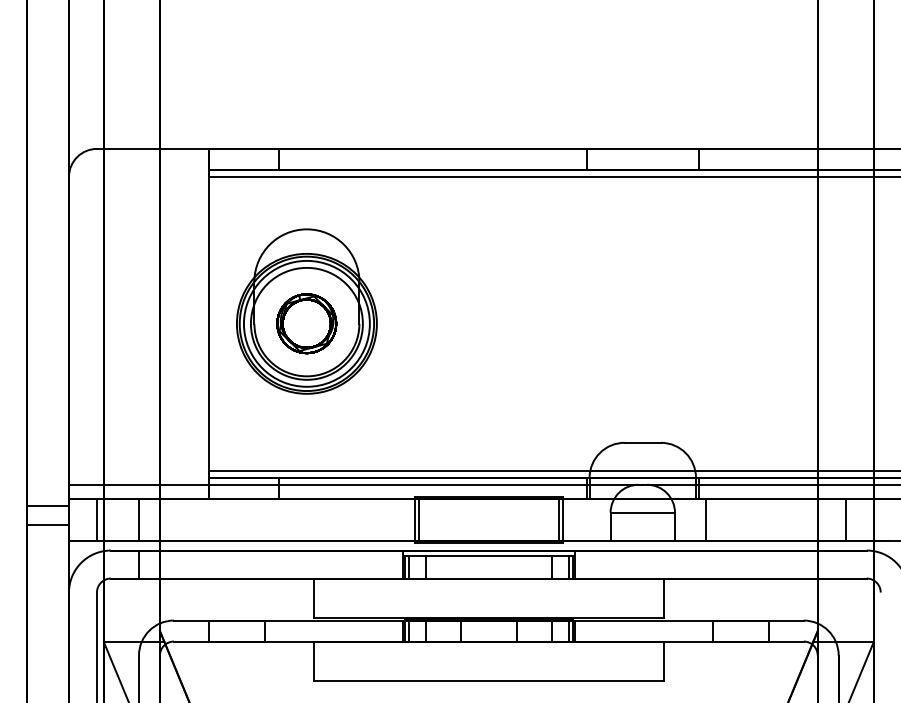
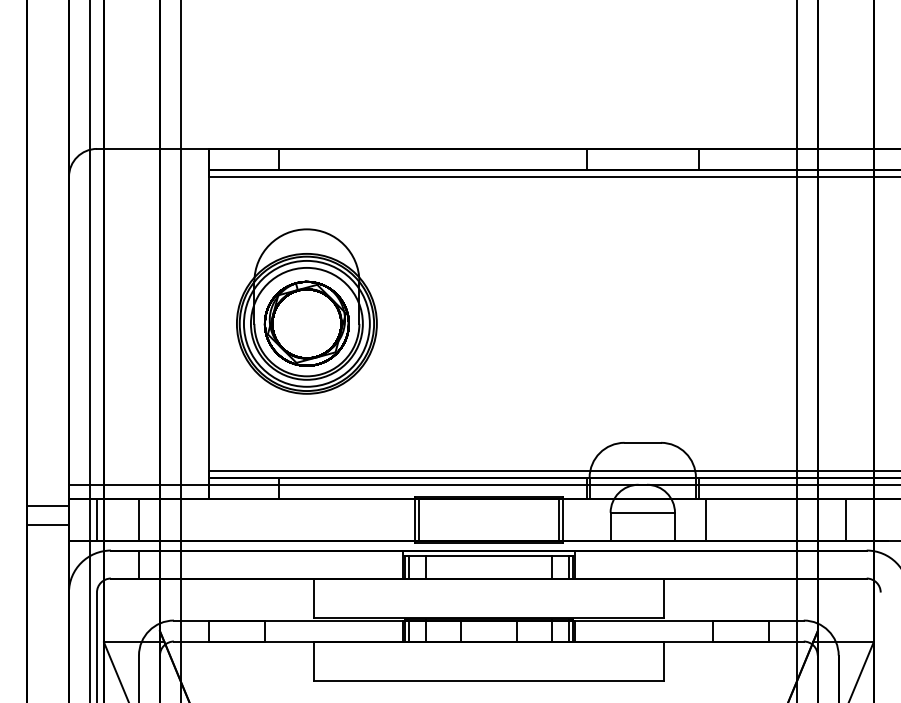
part at (306, 323) size: 62x62 px -> 87x87 px
line at (90, 350): none -> present
line at (180, 350): none -> present
line at (796, 350): none -> present
